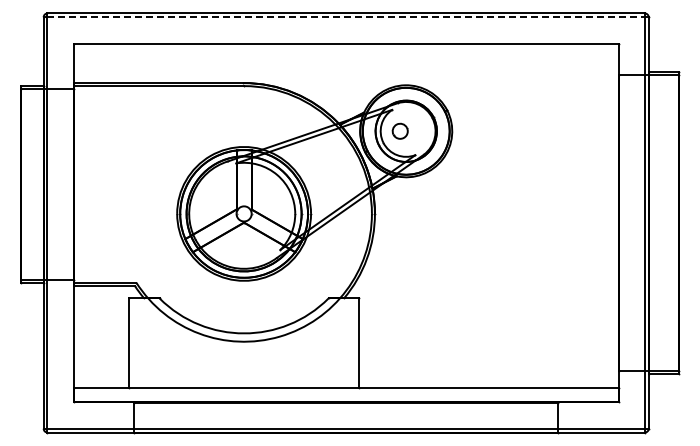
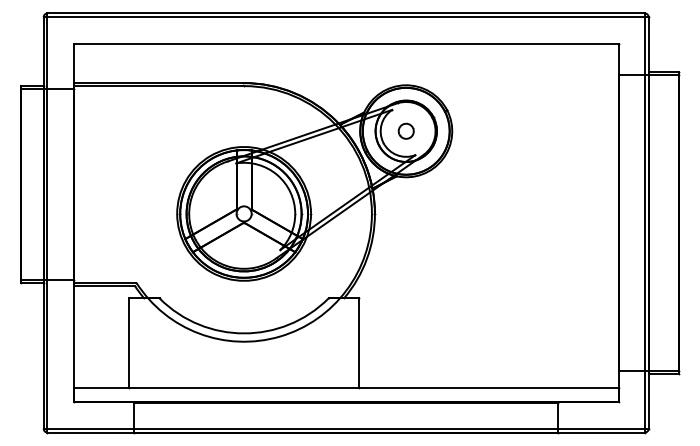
line at (346, 17): dashed -> solid
part at (399, 130) position: (399, 130) -> (405, 130)
